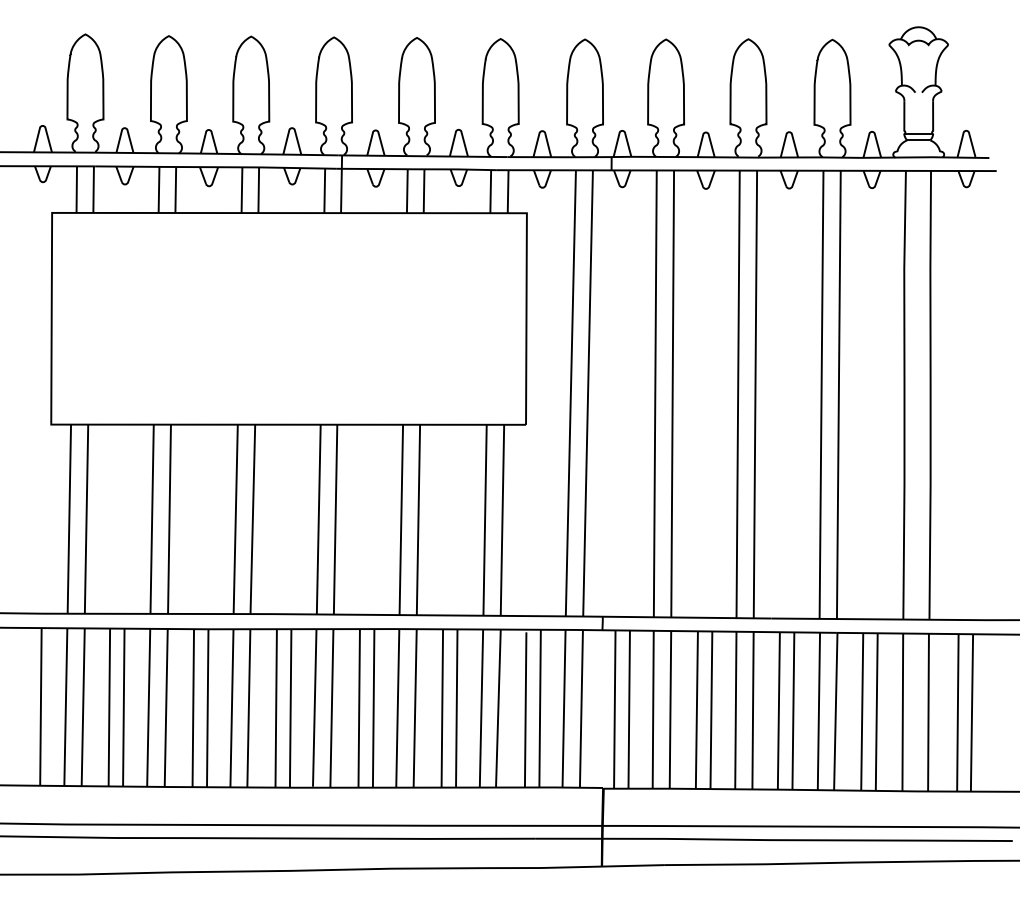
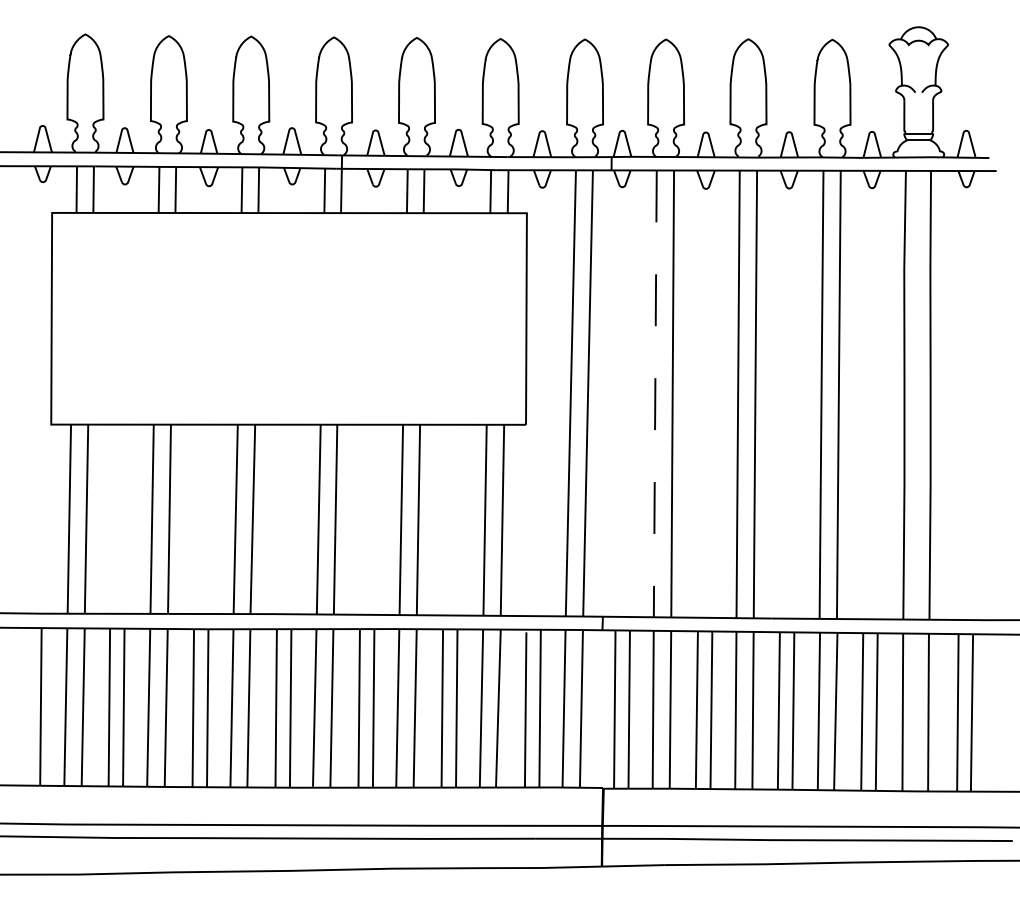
line at (655, 394): solid -> dashed
